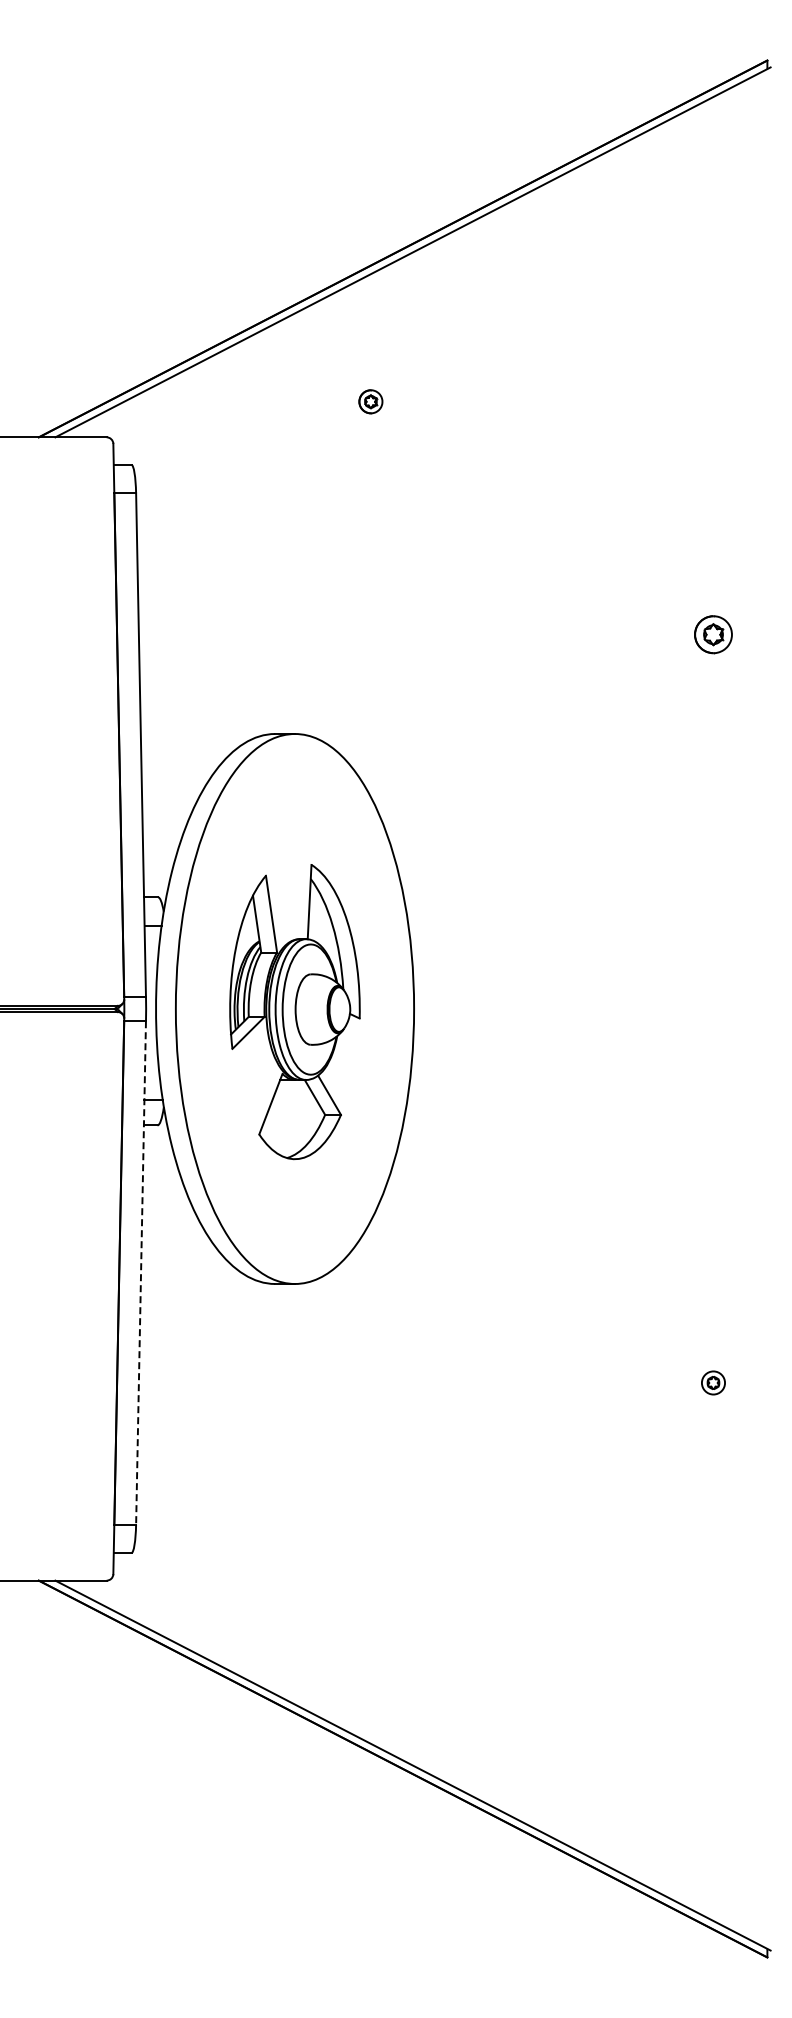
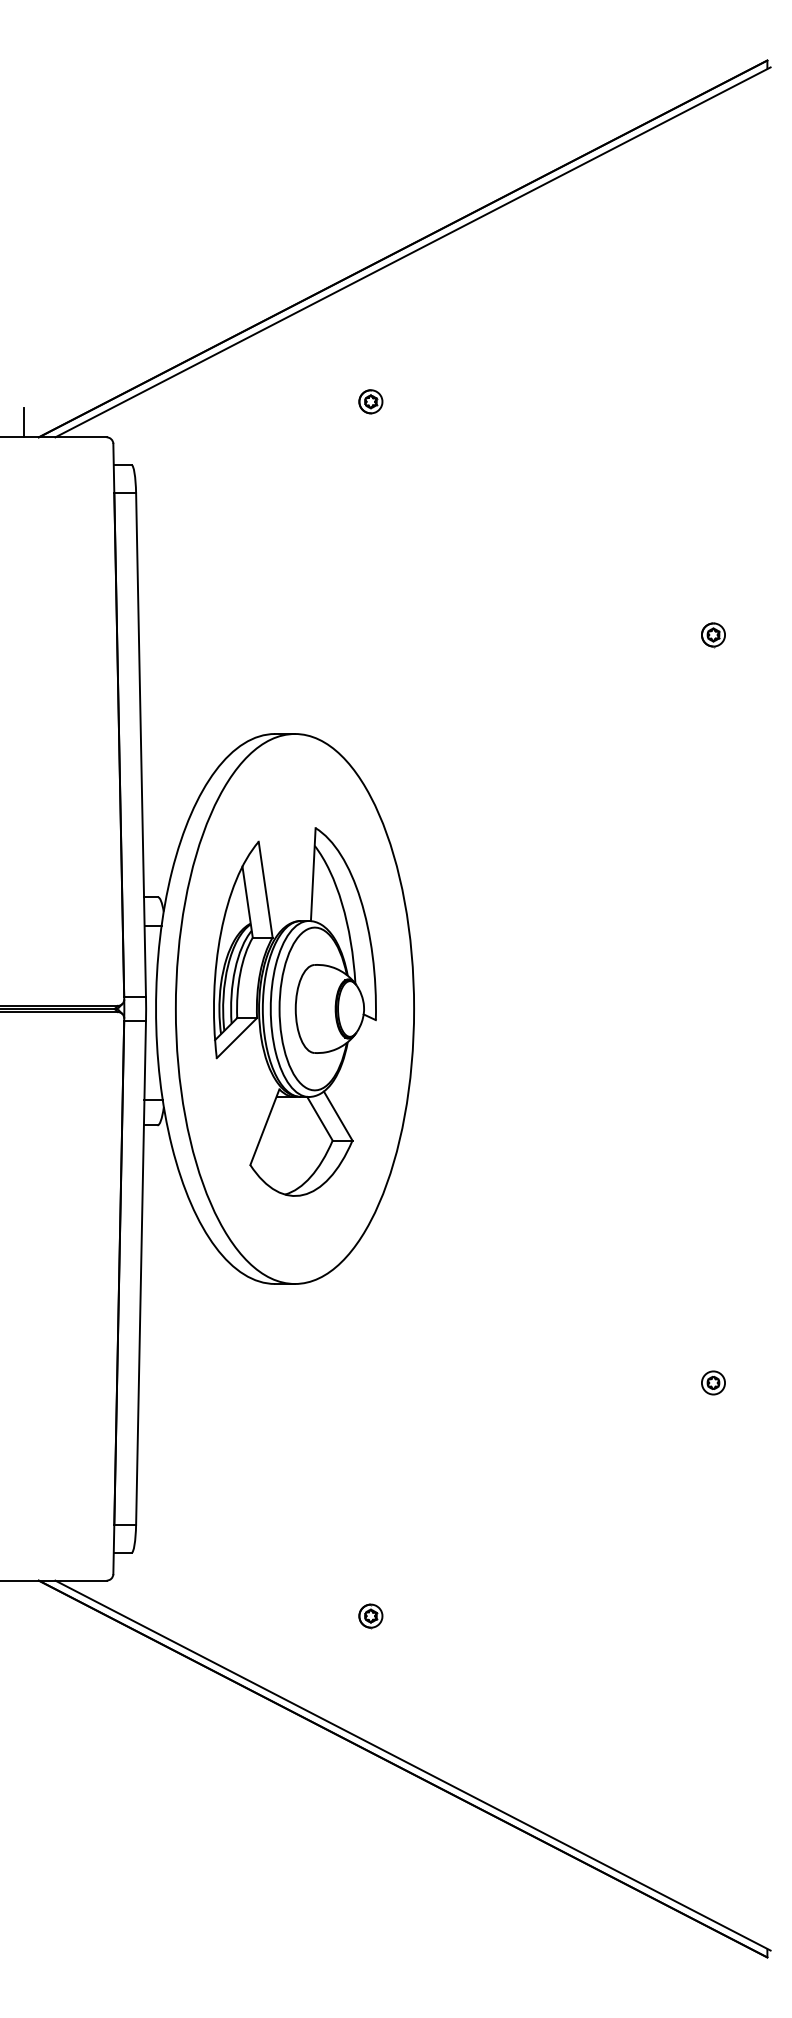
line at (23, 422): none -> present
part at (713, 634) size: 39x40 px -> 25x27 px
part at (294, 1012) size: 132x297 px -> 164x370 px
line at (141, 1272): dashed -> solid
part at (370, 1616): none -> present
